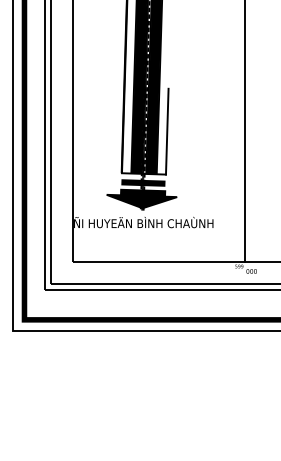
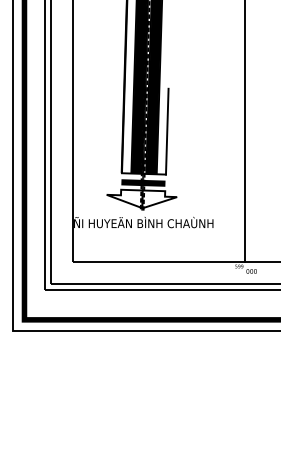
fill at (141, 198): present -> none
